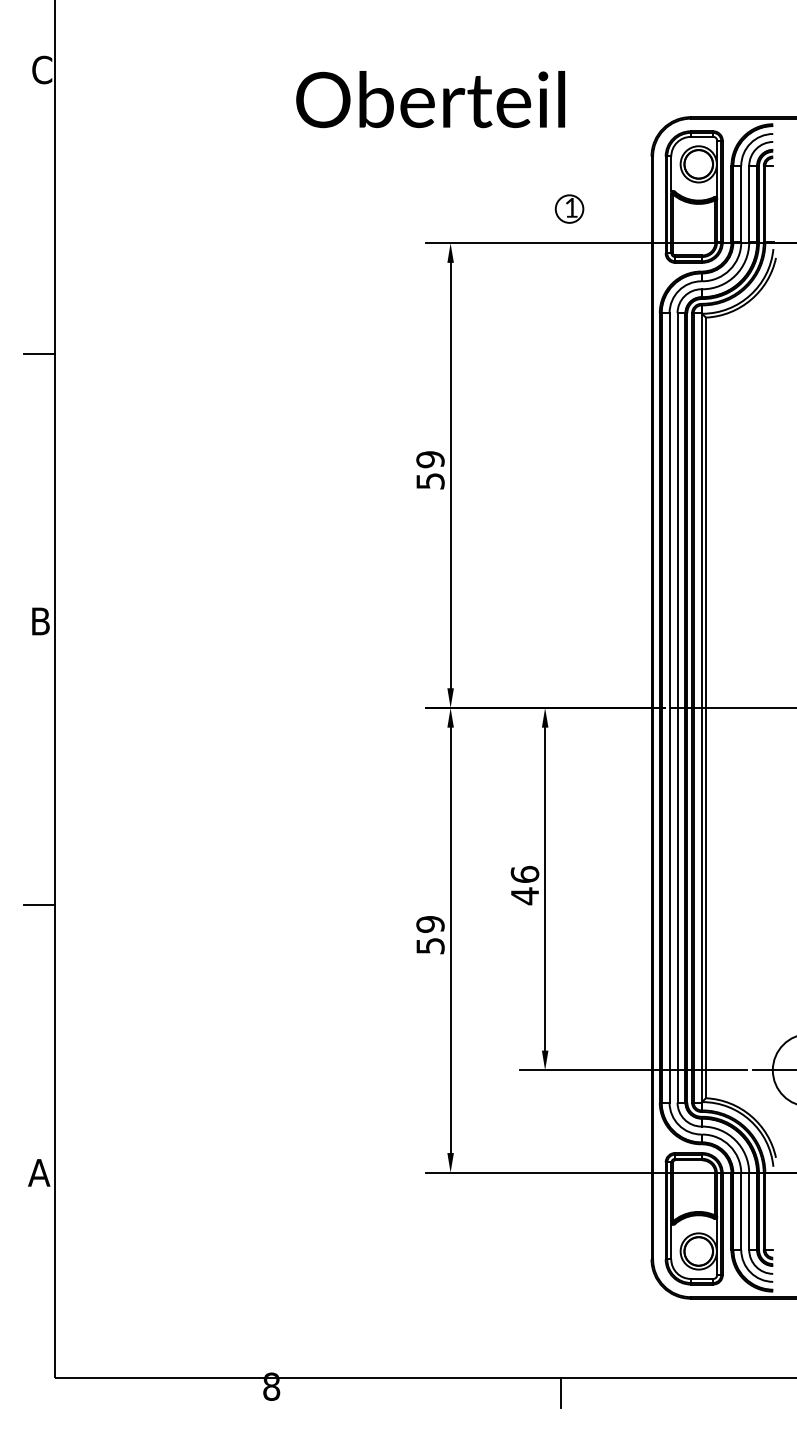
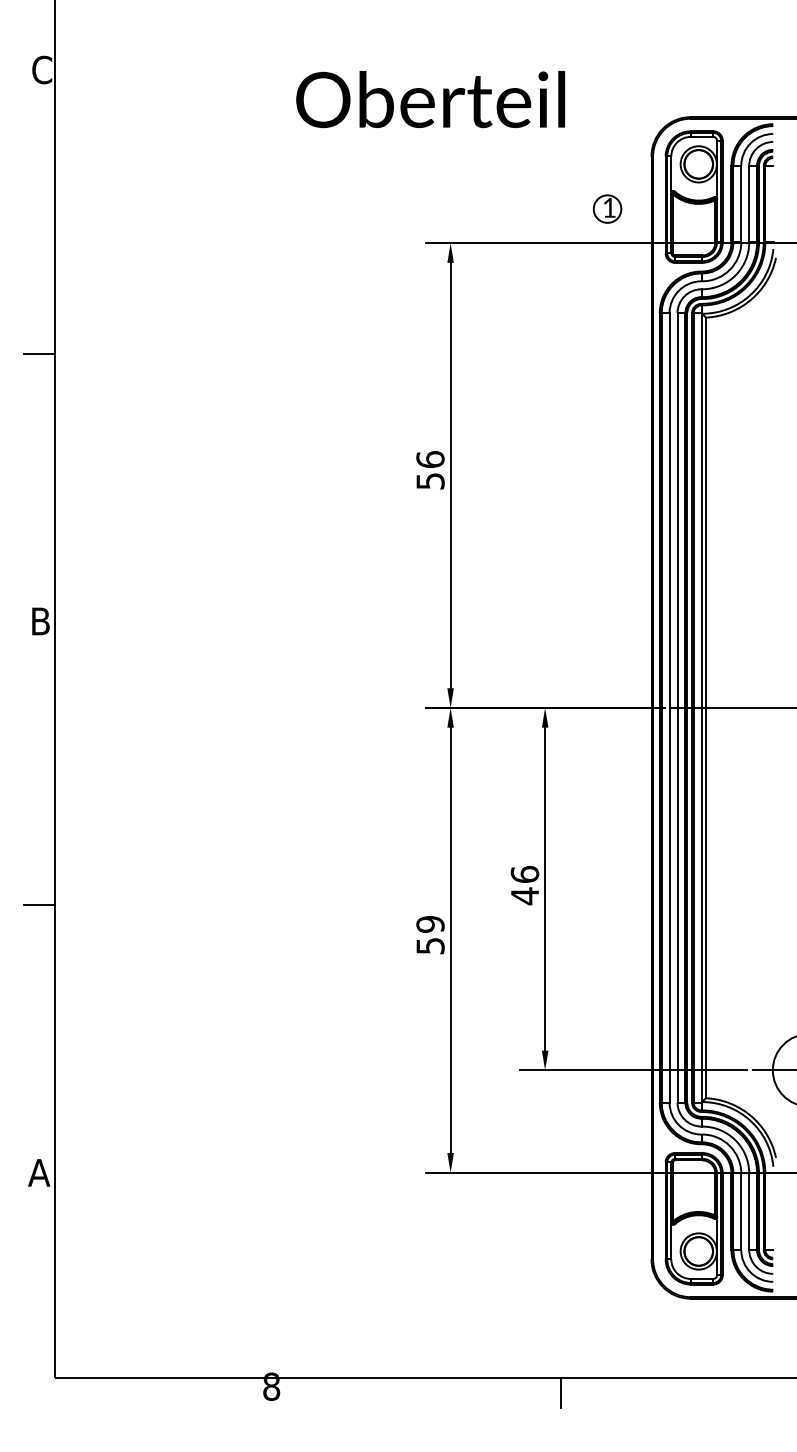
part at (569, 208) position: (569, 208) -> (607, 208)
text at (430, 459): 59 -> 56
